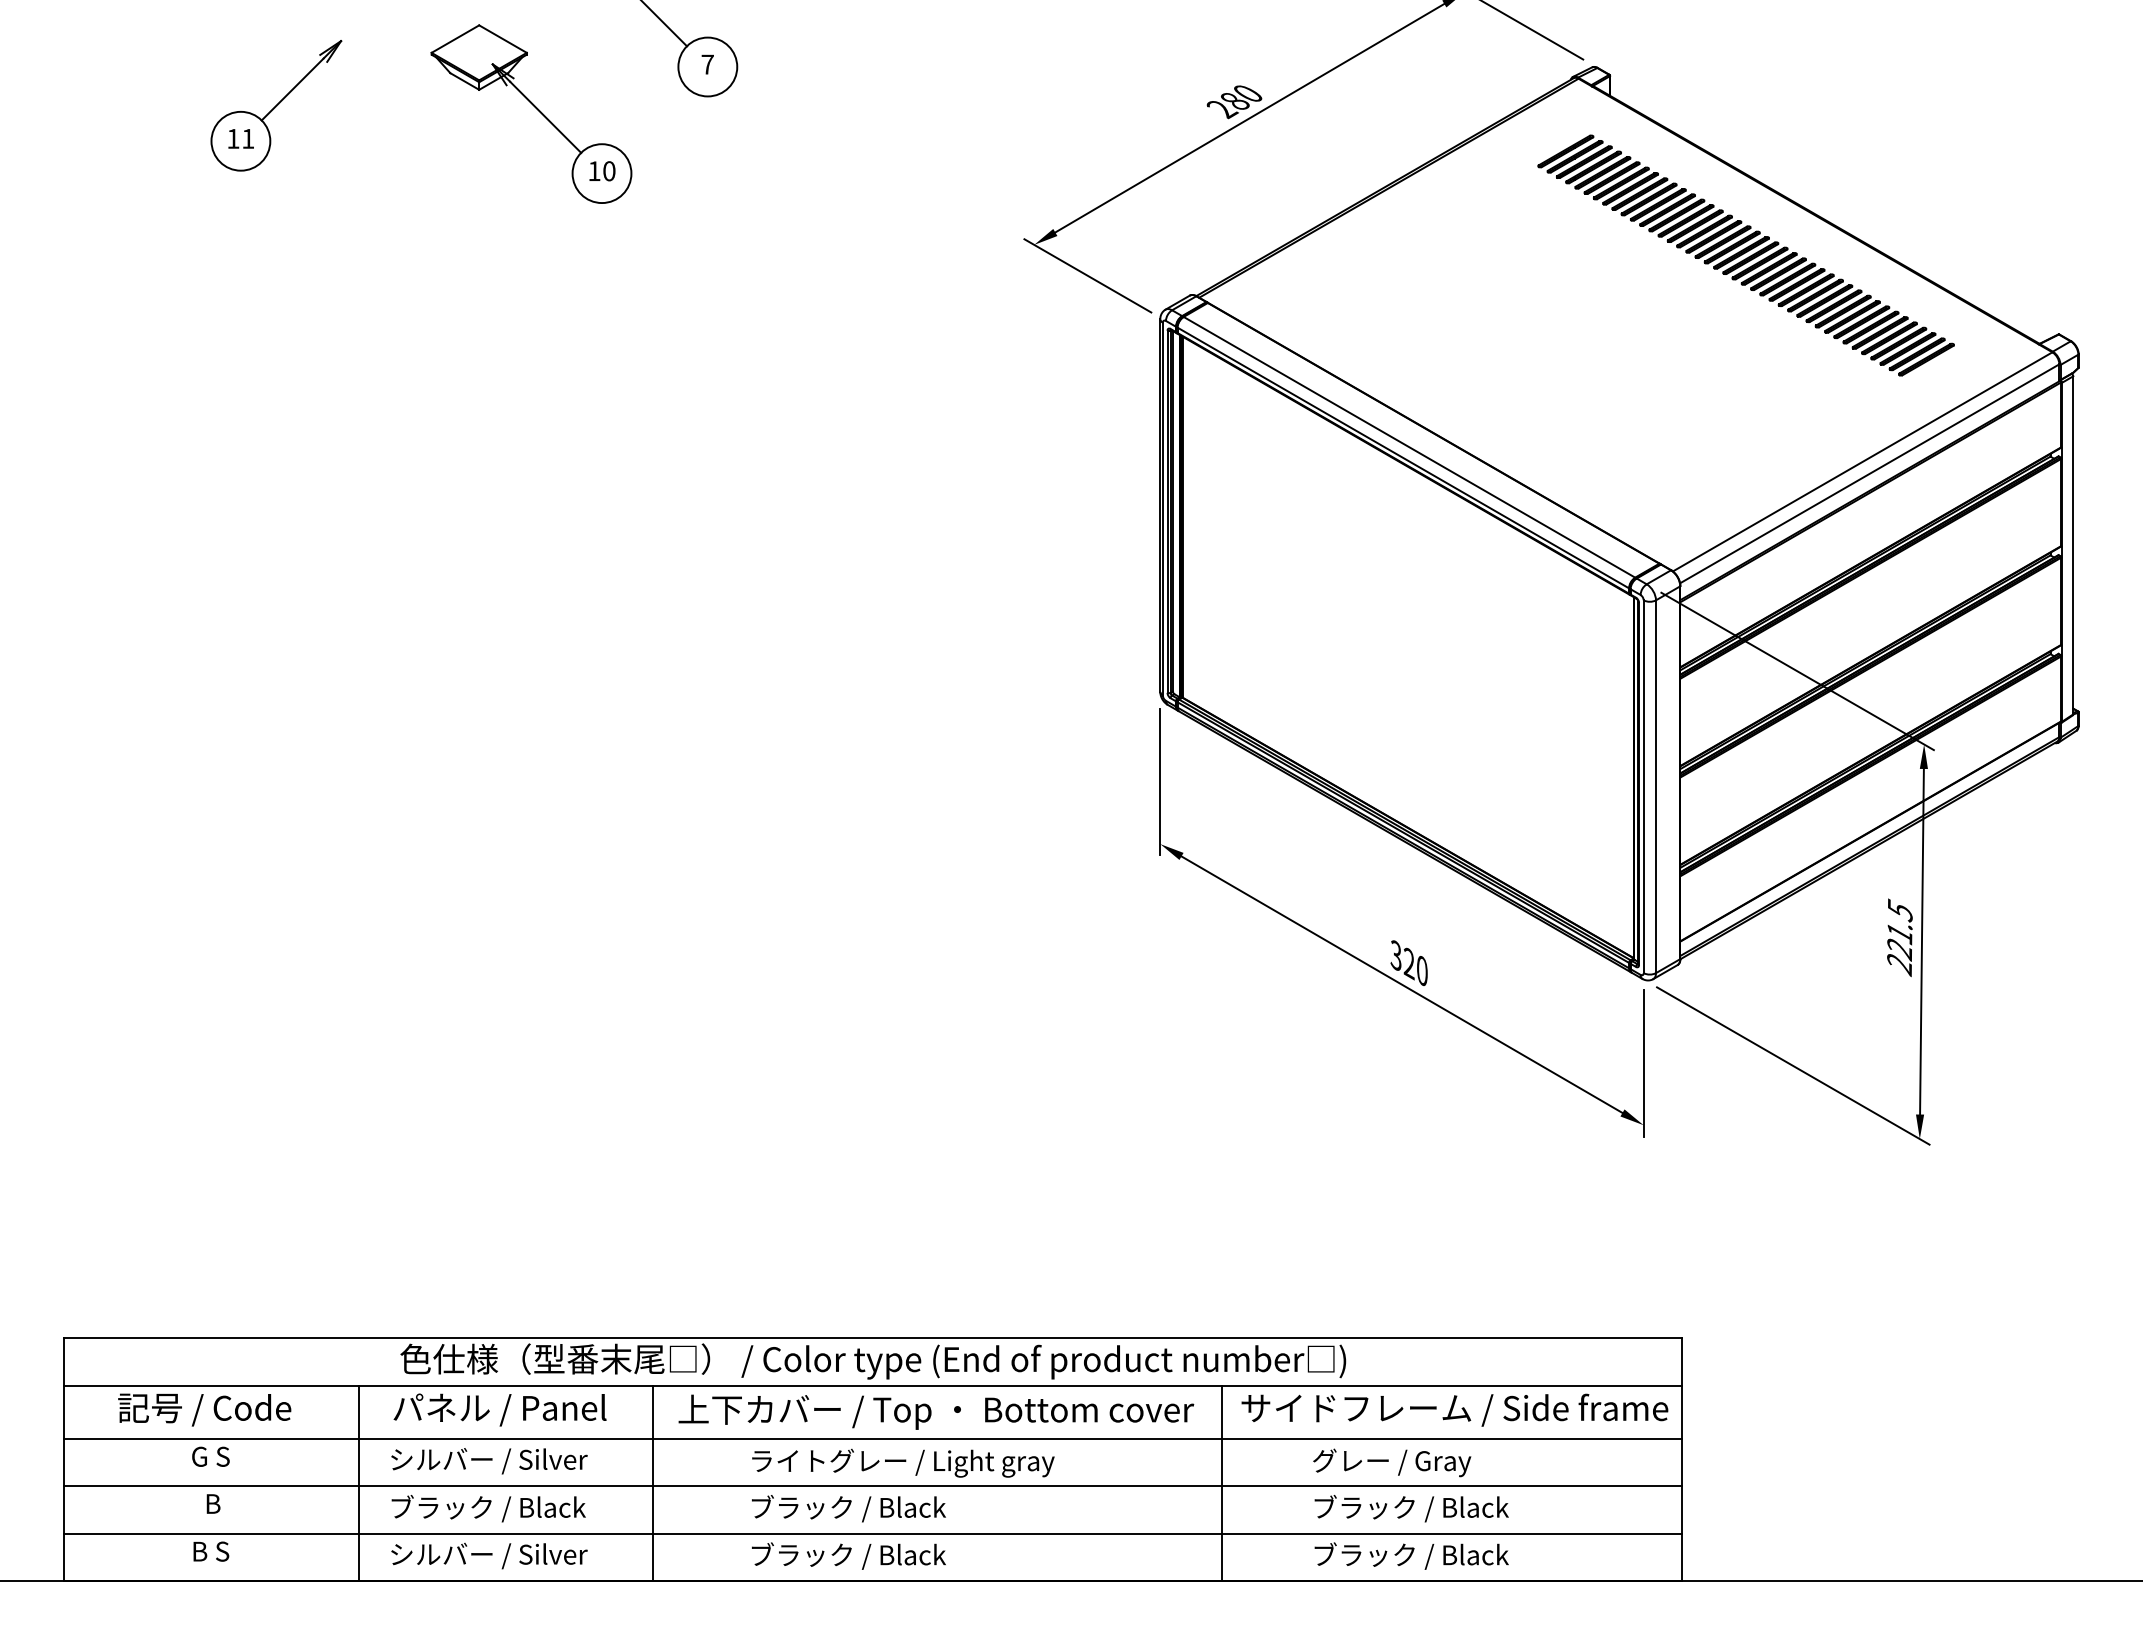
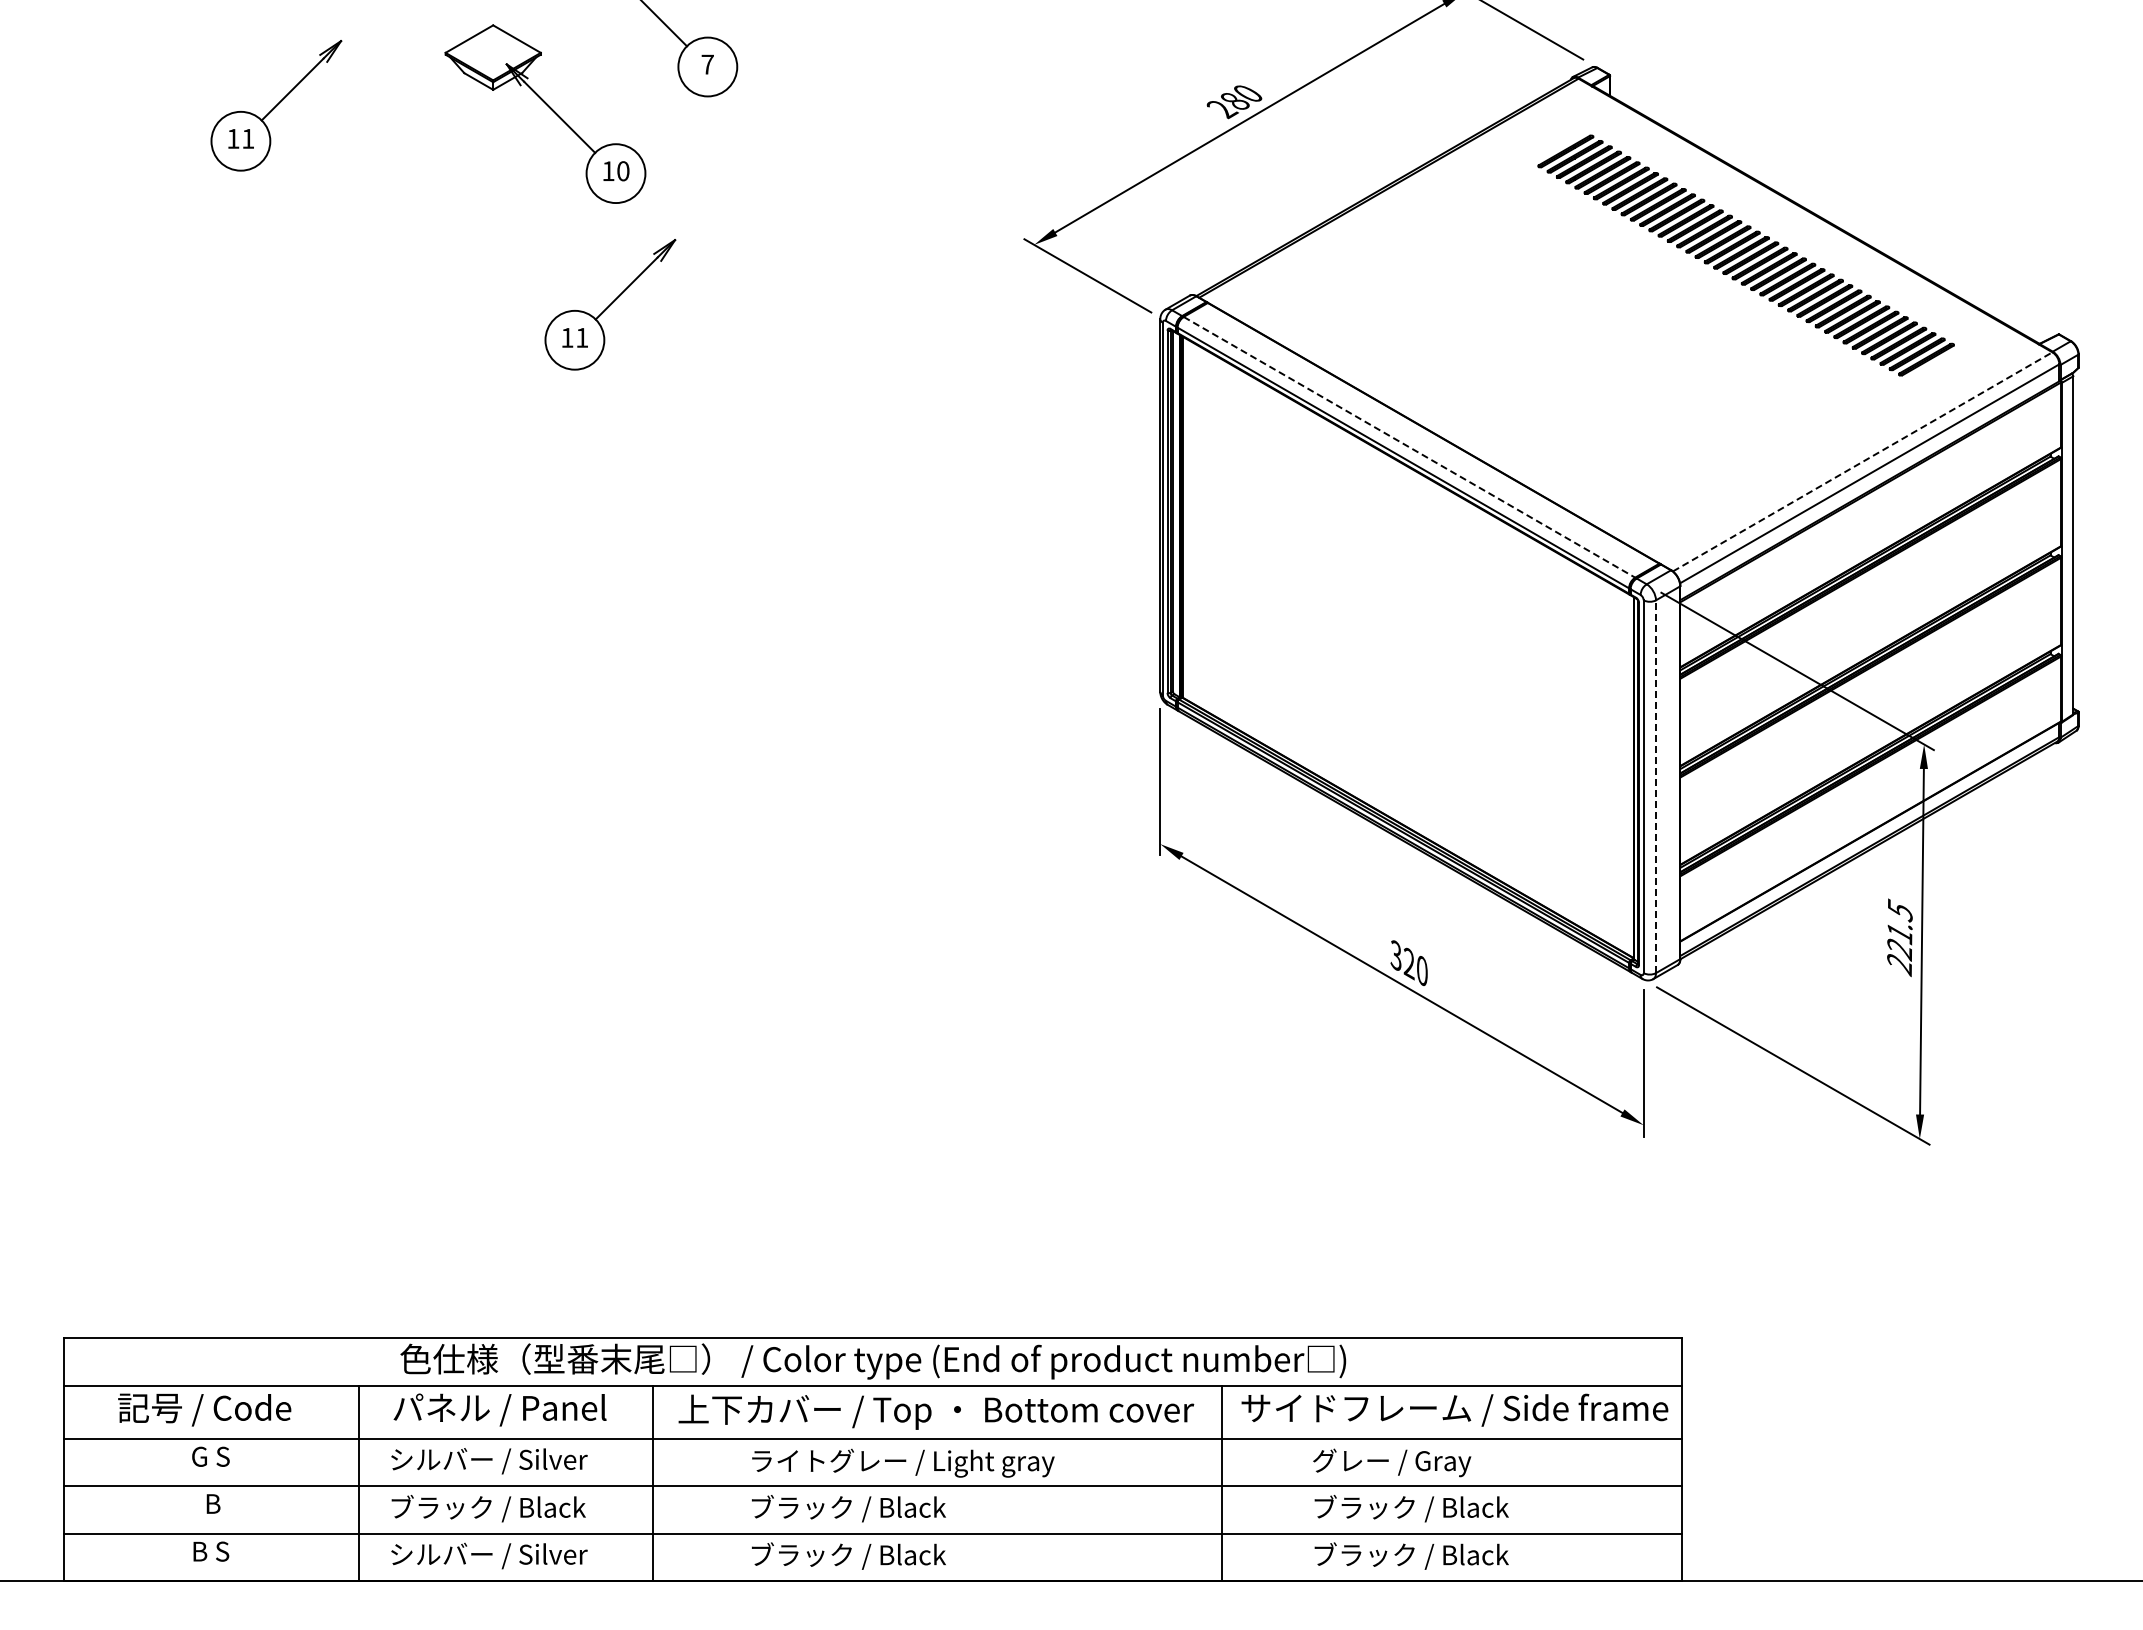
part at (535, 108) position: (535, 108) -> (549, 108)
part at (610, 304): none -> present
line at (1409, 447): solid -> dashed
line at (1863, 461): solid -> dashed
line at (1656, 786): solid -> dashed
